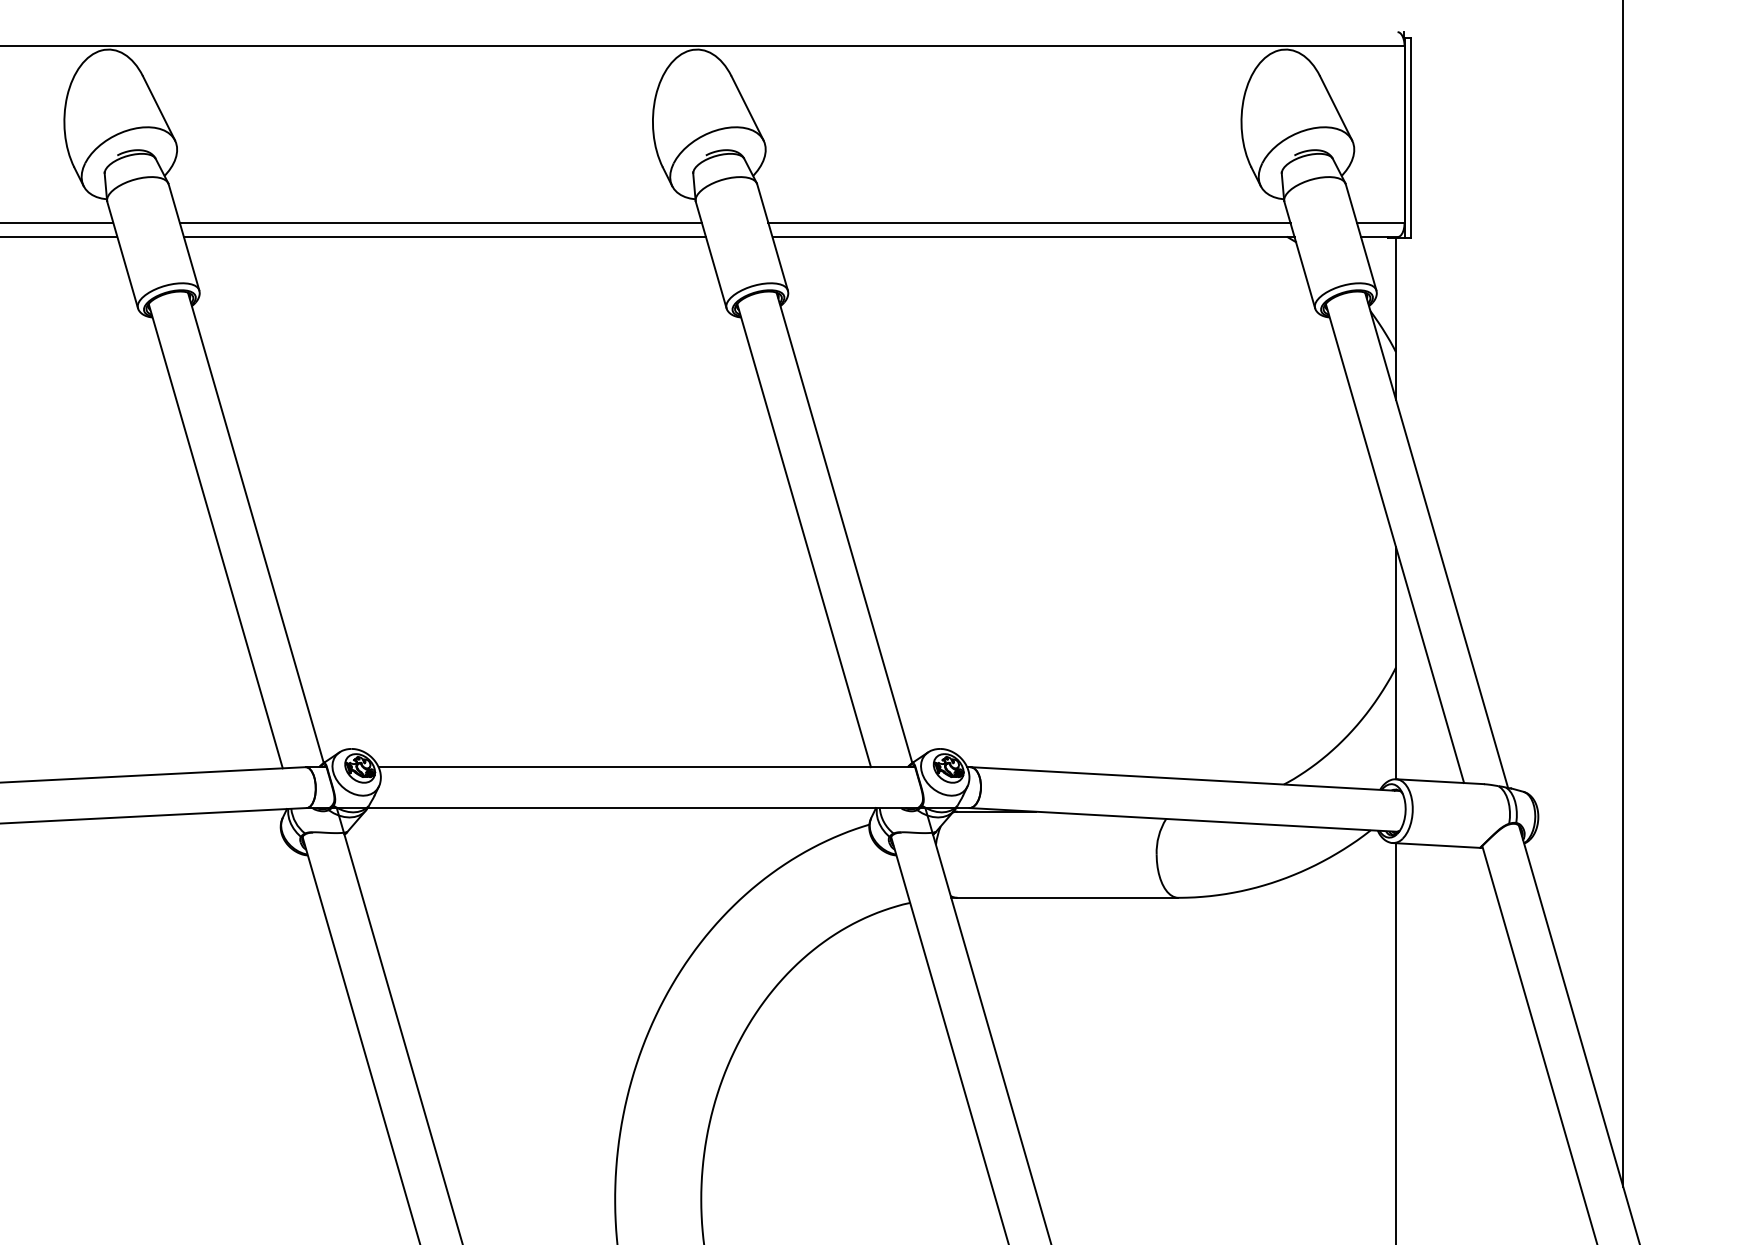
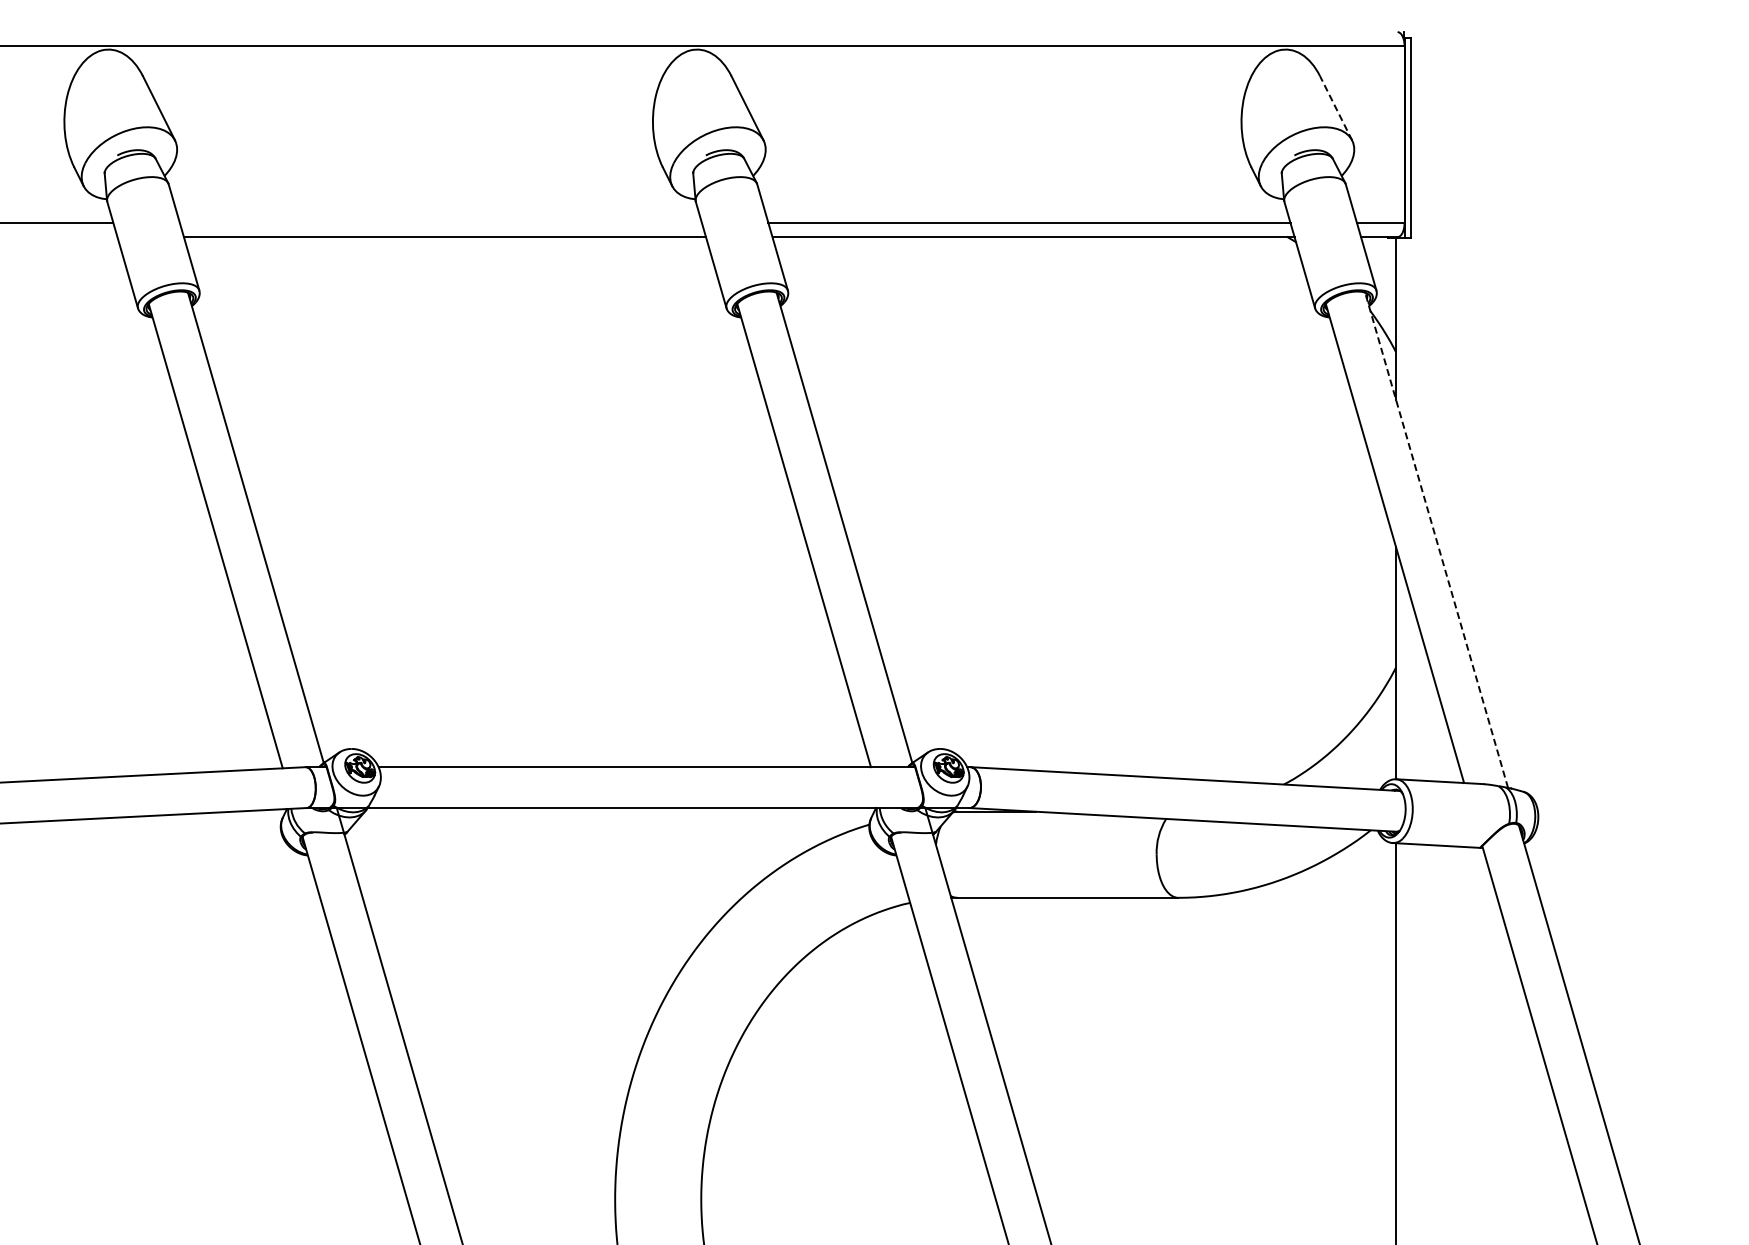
line at (1335, 107): solid -> dashed
line at (440, 223): present -> none
line at (59, 237): present -> none
line at (1436, 540): solid -> dashed
line at (1623, 594): present -> none
